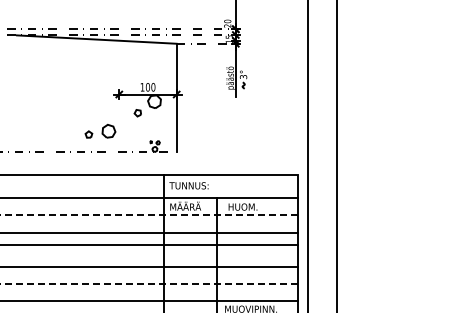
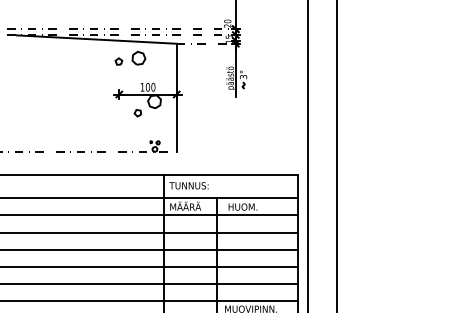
part at (100, 130) position: (100, 130) -> (130, 57)
line at (149, 215): dashed -> solid
line at (149, 244) position: (149, 244) -> (149, 249)
line at (149, 283): dashed -> solid
